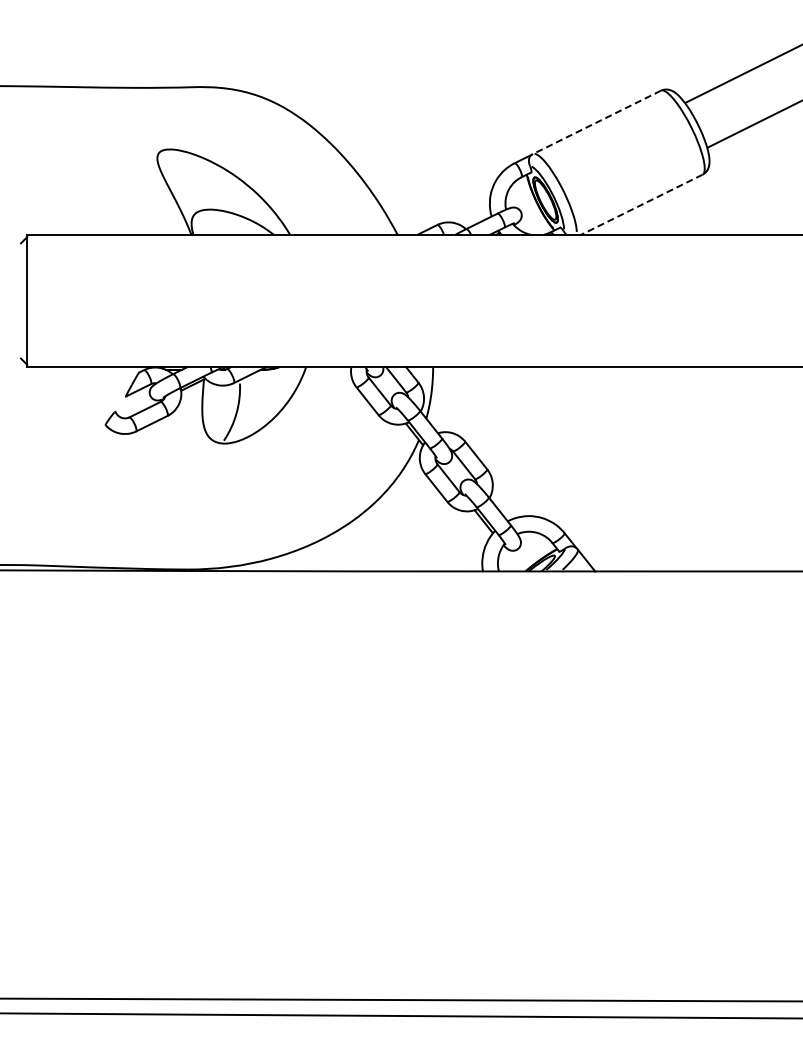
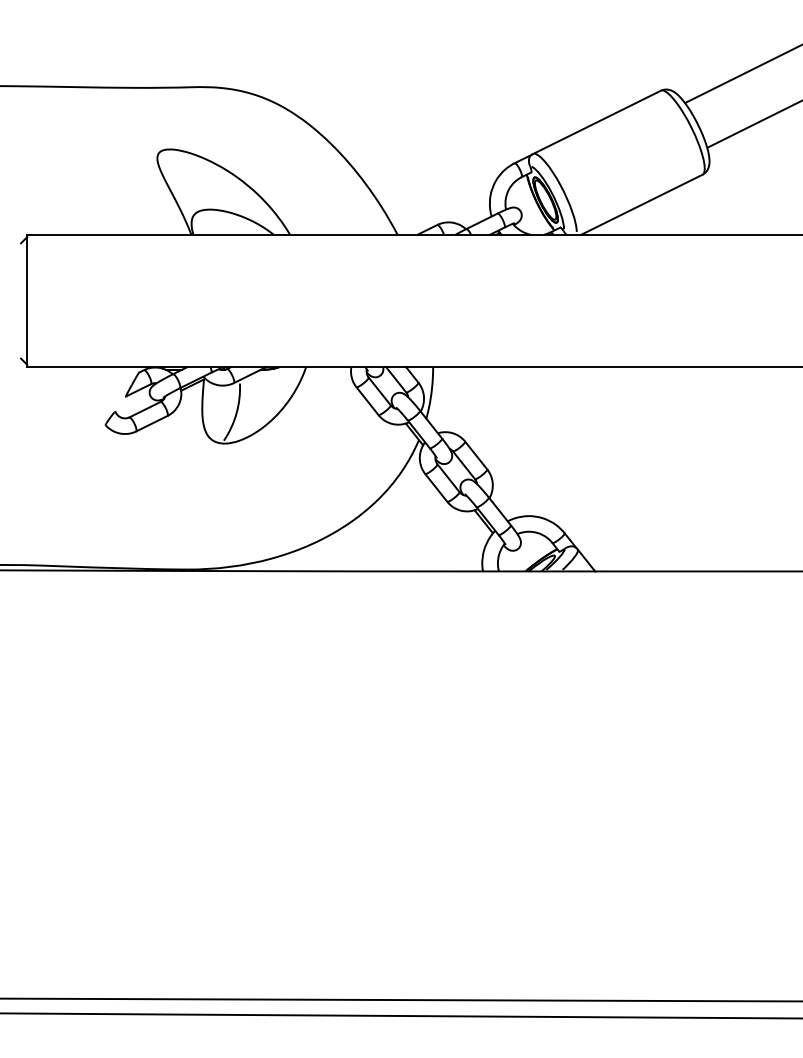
line at (596, 122): dashed -> solid
line at (641, 204): dashed -> solid
